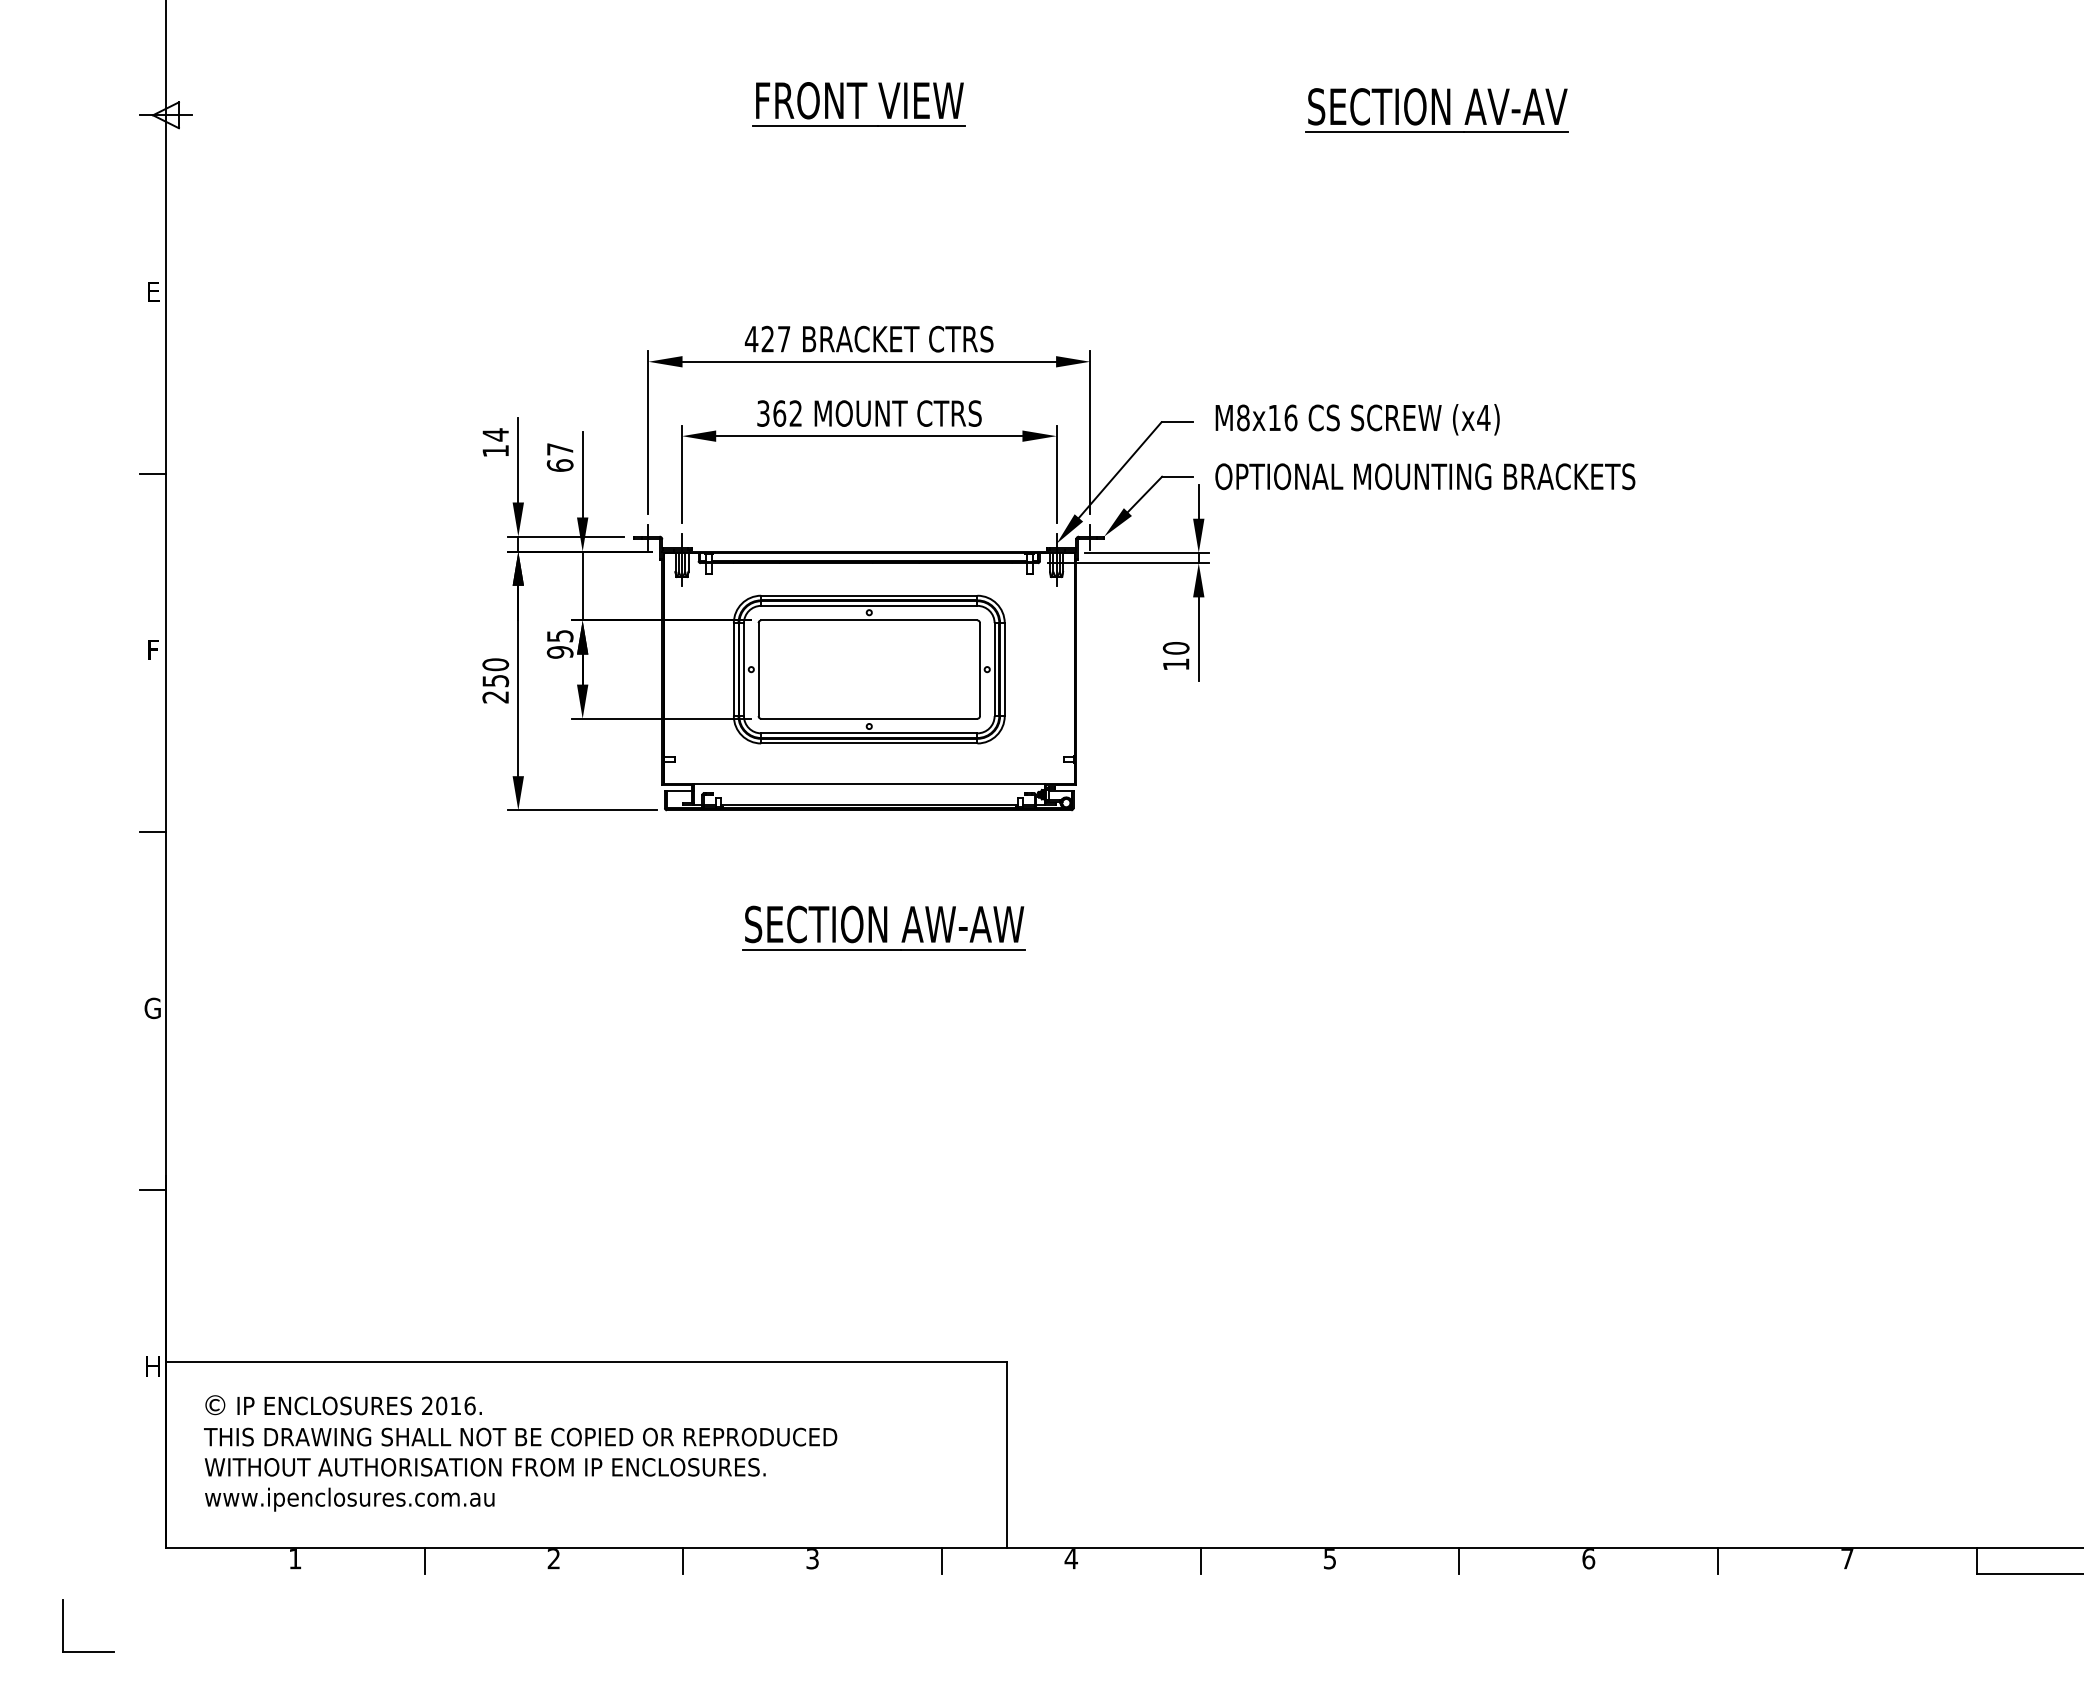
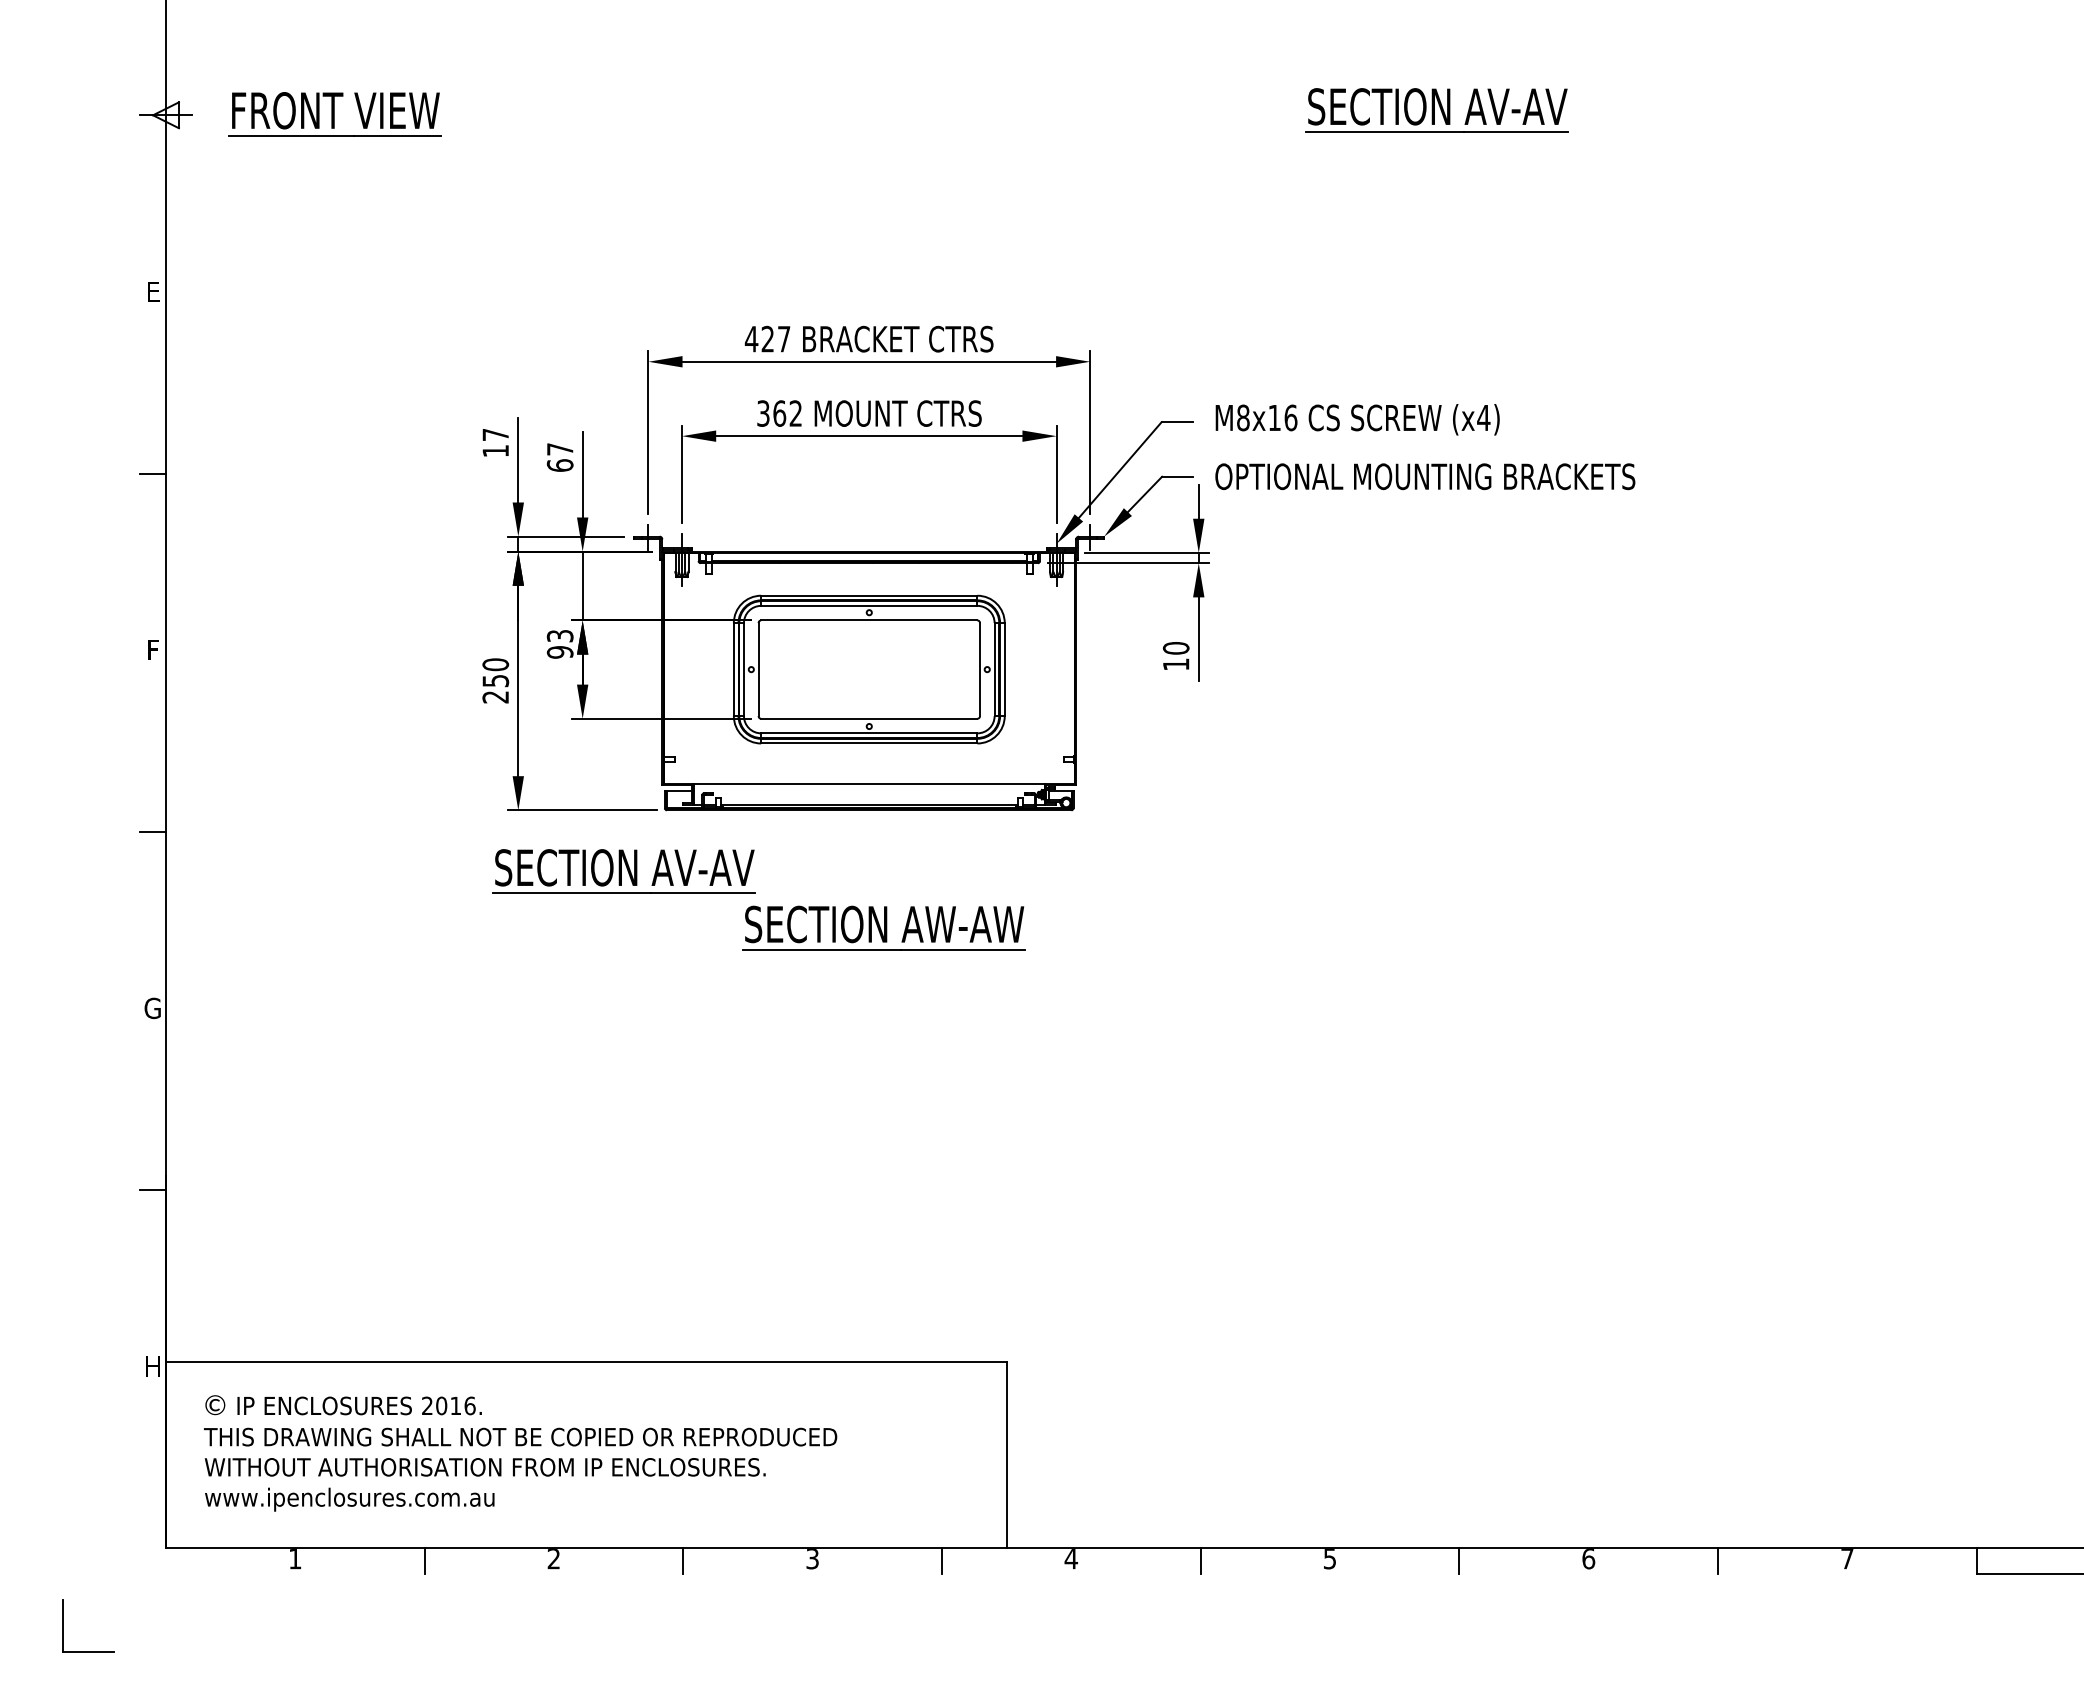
part at (858, 104) position: (858, 104) -> (334, 114)
text at (495, 434): 14 -> 17
text at (559, 635): 95 -> 93
part at (623, 871): none -> present
